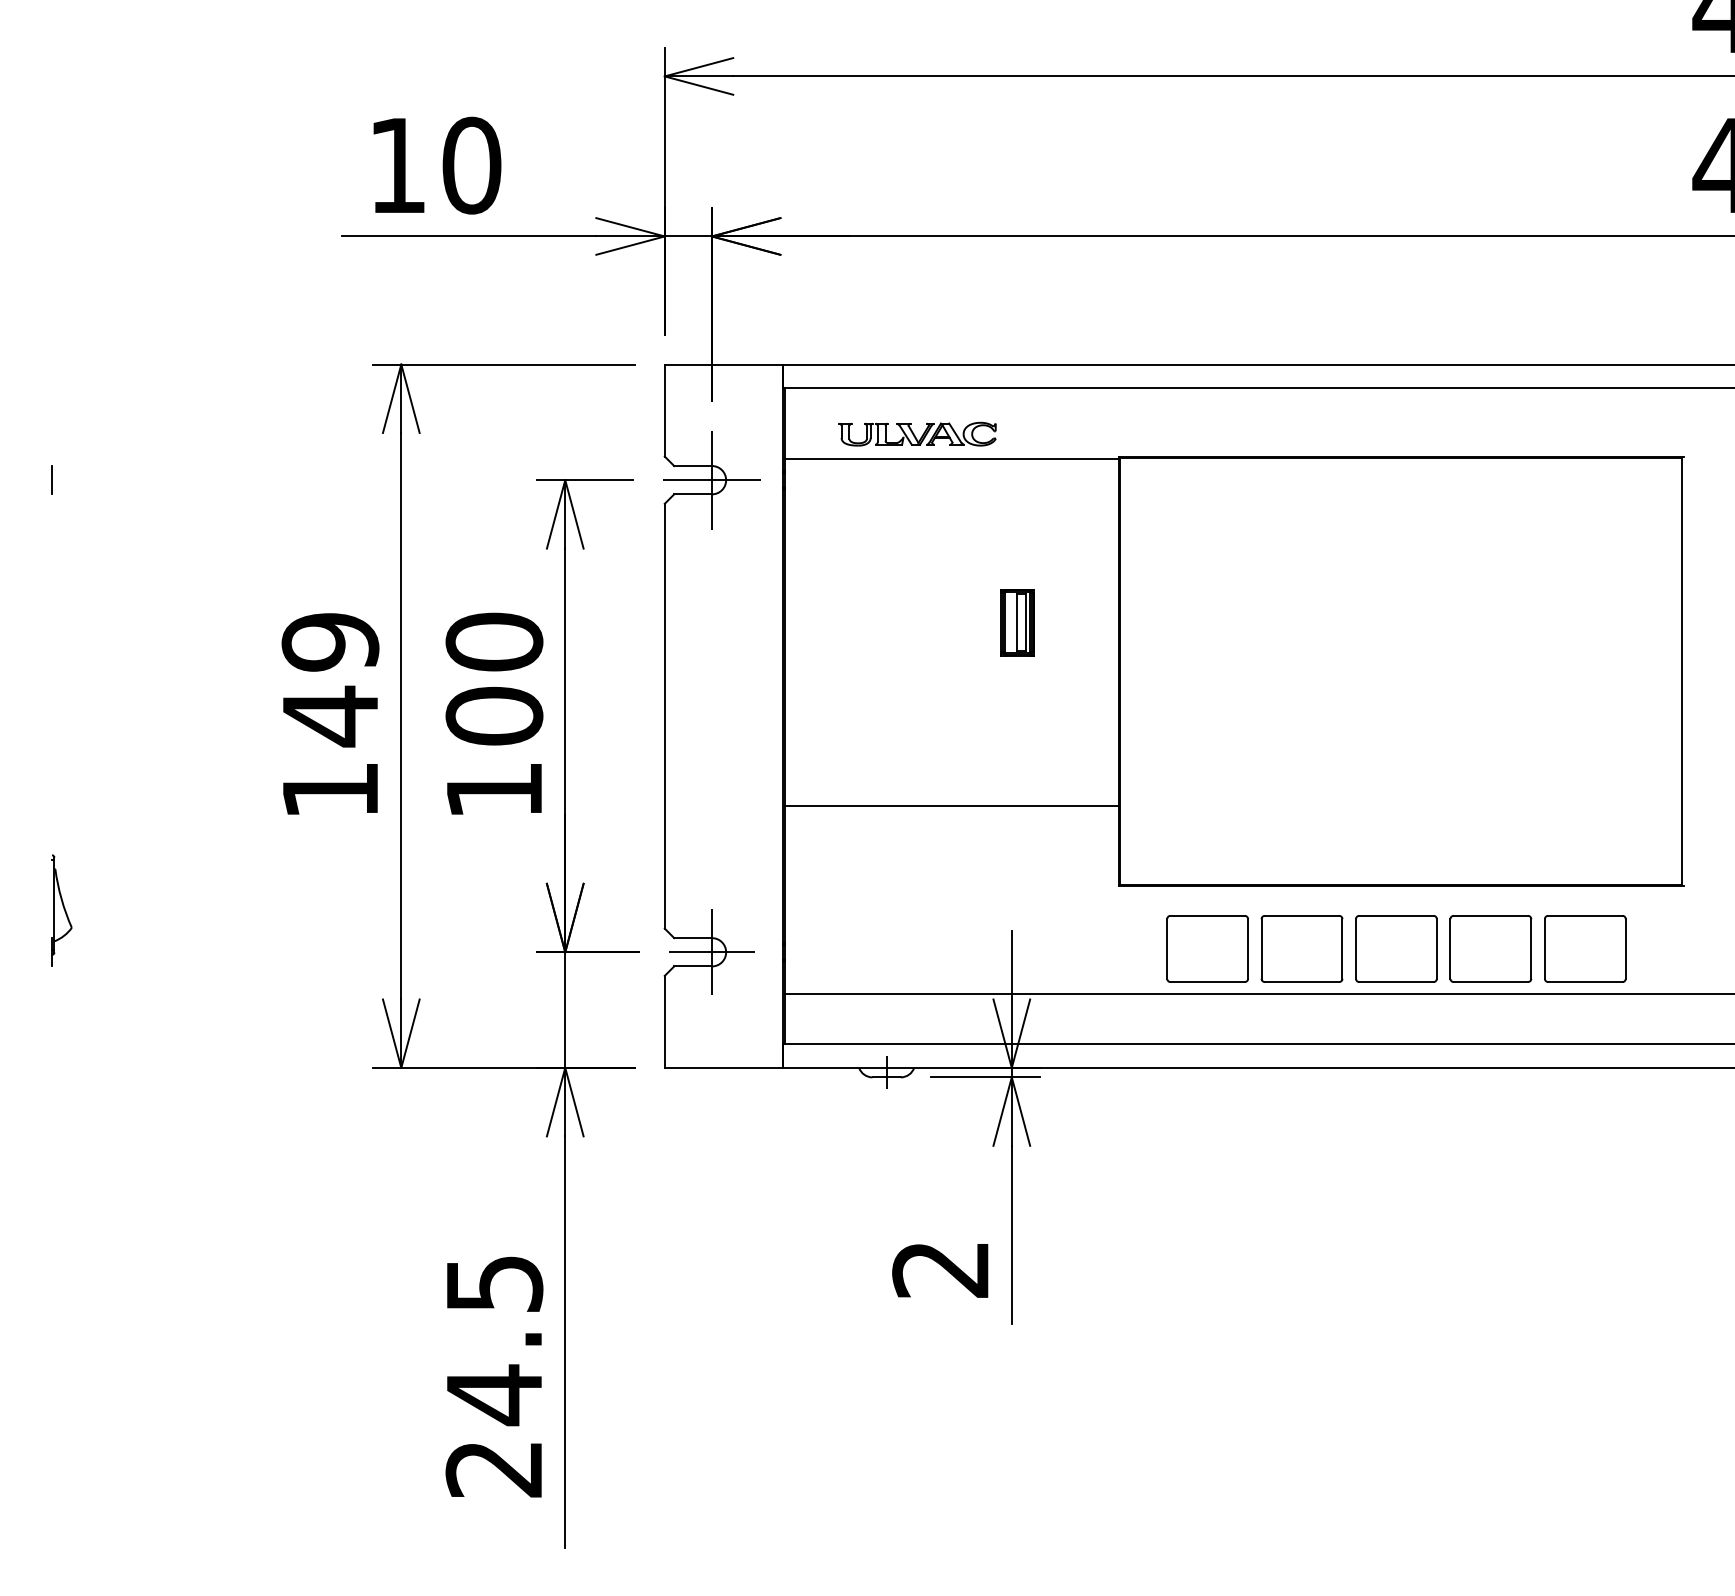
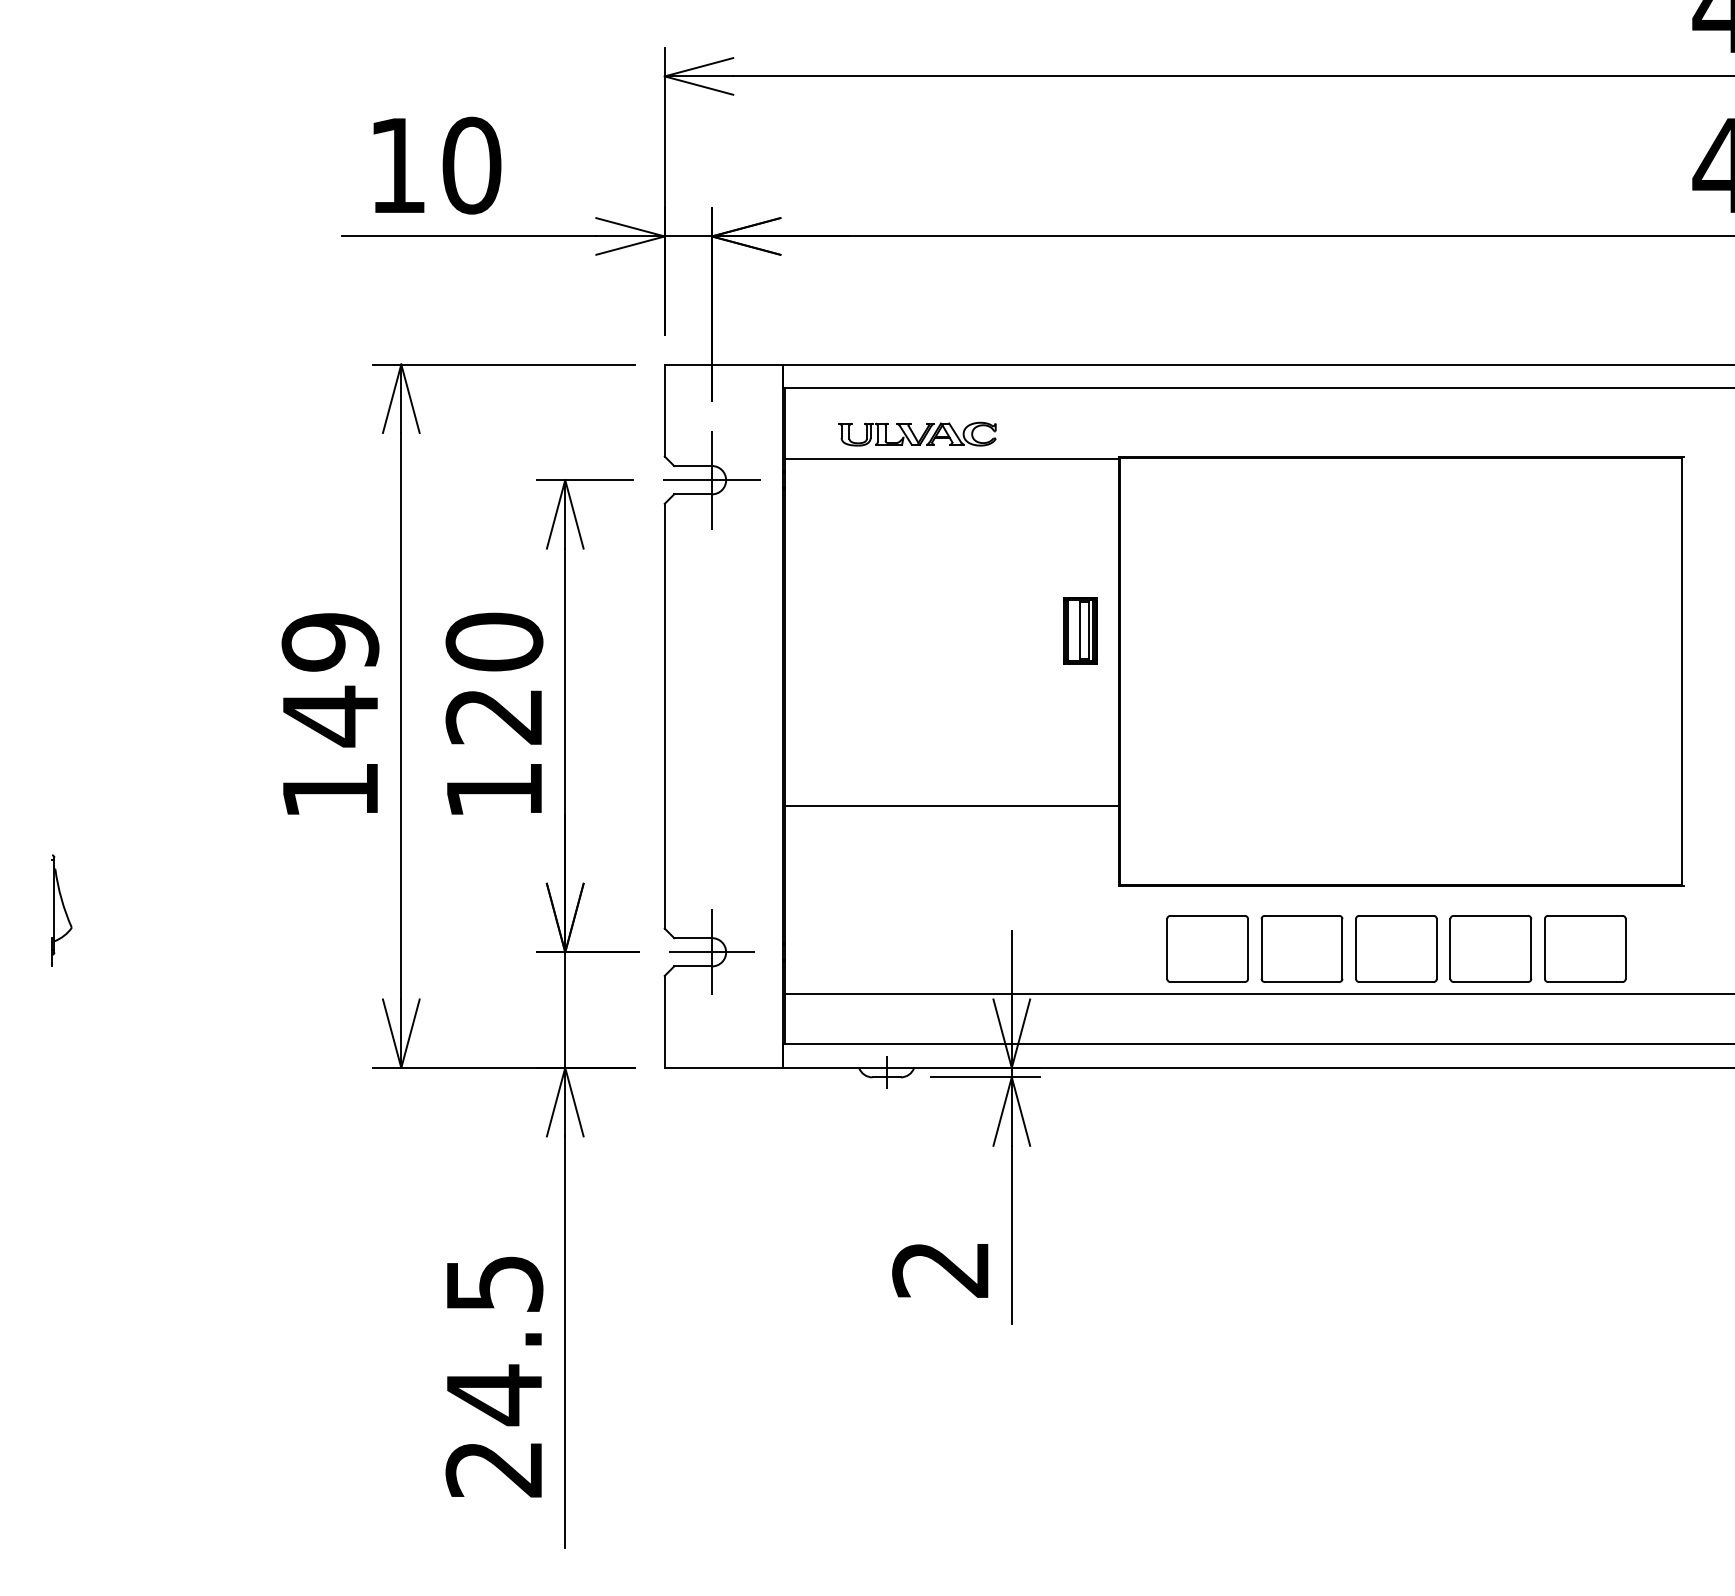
line at (52, 480): present -> none
part at (1017, 622) position: (1017, 622) -> (1080, 630)
text at (494, 715): 100 -> 120
